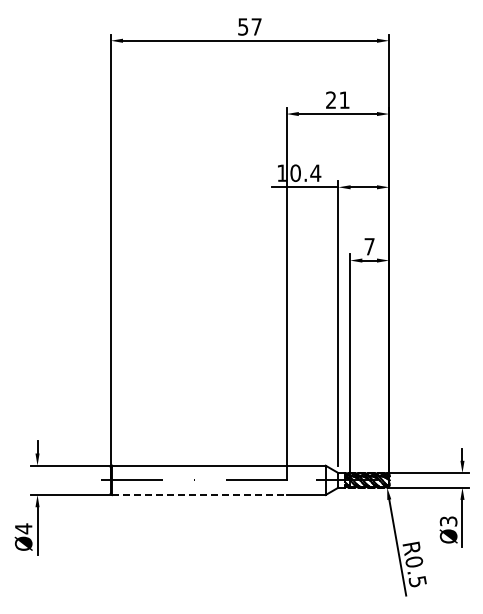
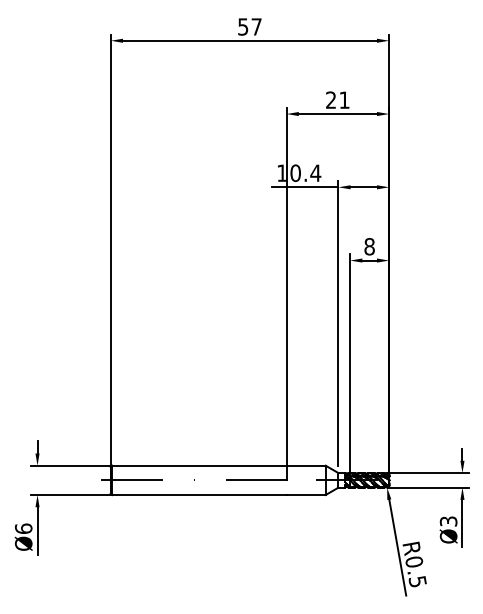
text at (369, 246): 7 -> 8
line at (199, 495): dashed -> solid
text at (23, 528): Ø4 -> Ø6
